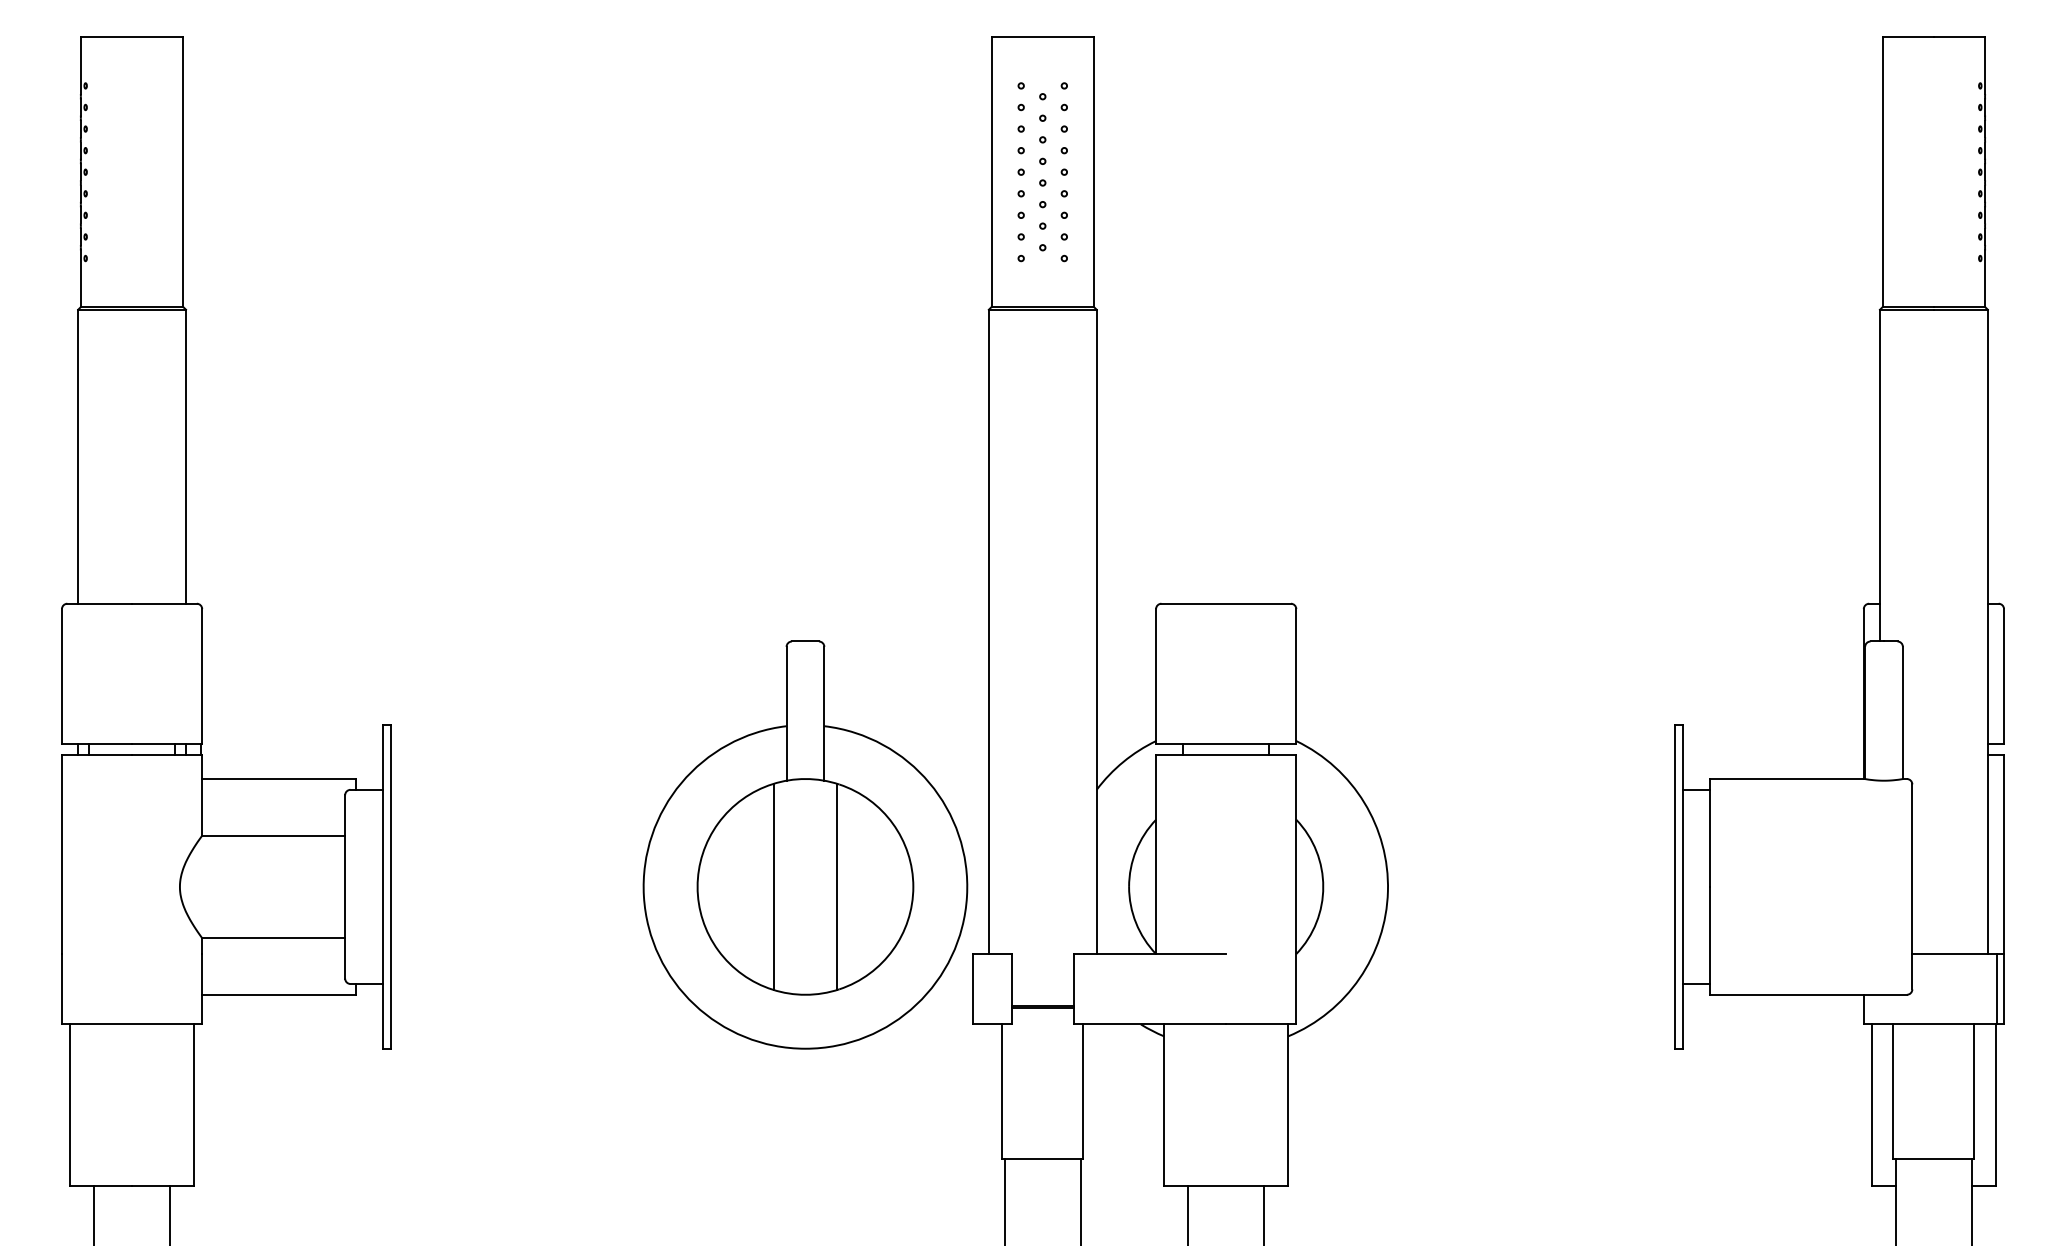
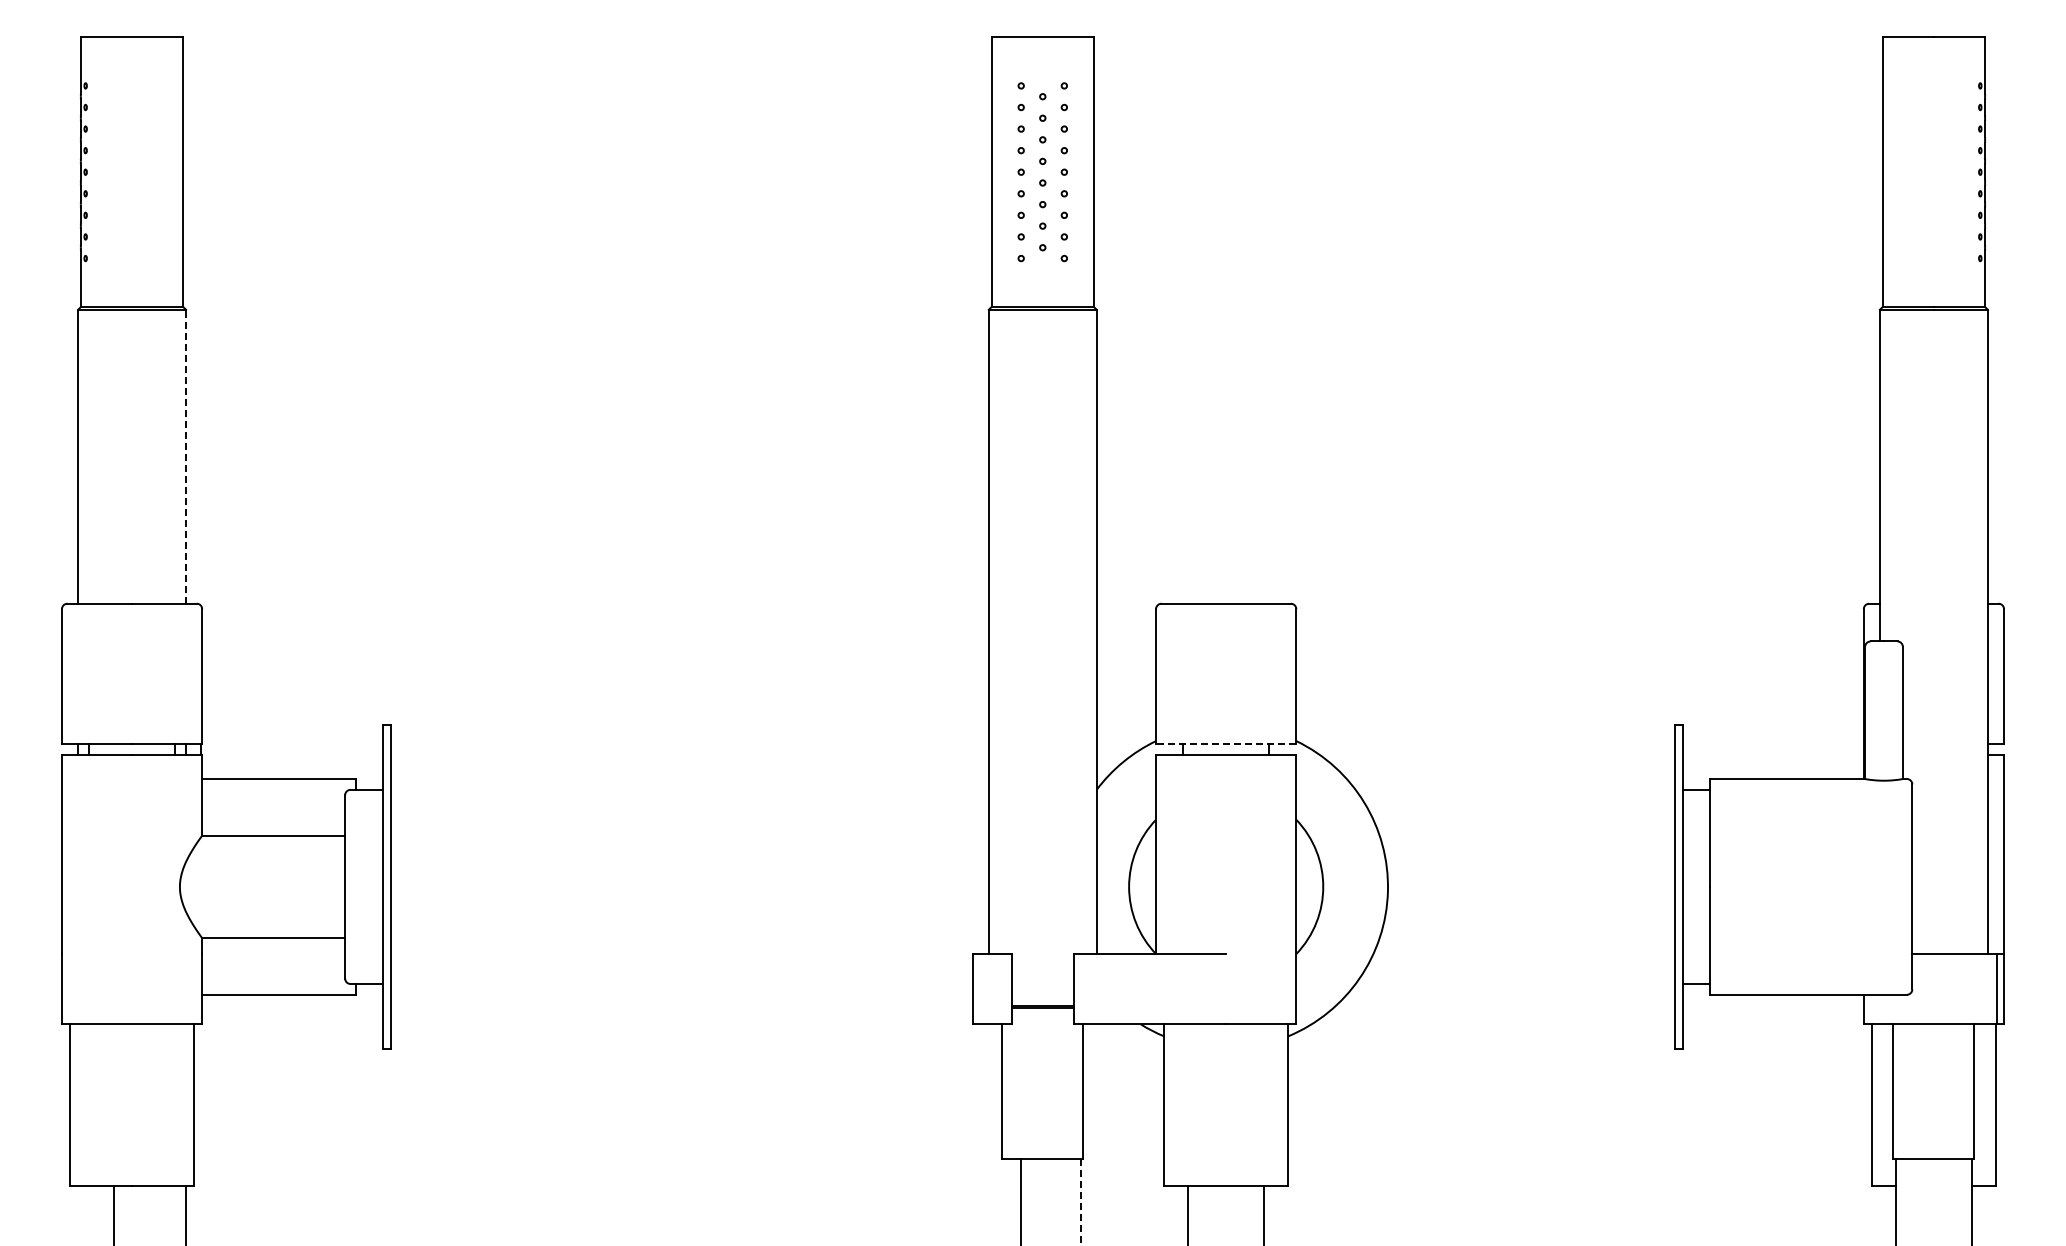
line at (186, 456): solid -> dashed
line at (1225, 743): solid -> dashed
part at (805, 844): present -> none
line at (1005, 1200) position: (1005, 1200) -> (1021, 1200)
line at (1080, 1202): solid -> dashed
line at (94, 1214) position: (94, 1214) -> (114, 1214)
line at (169, 1214) position: (169, 1214) -> (185, 1214)
